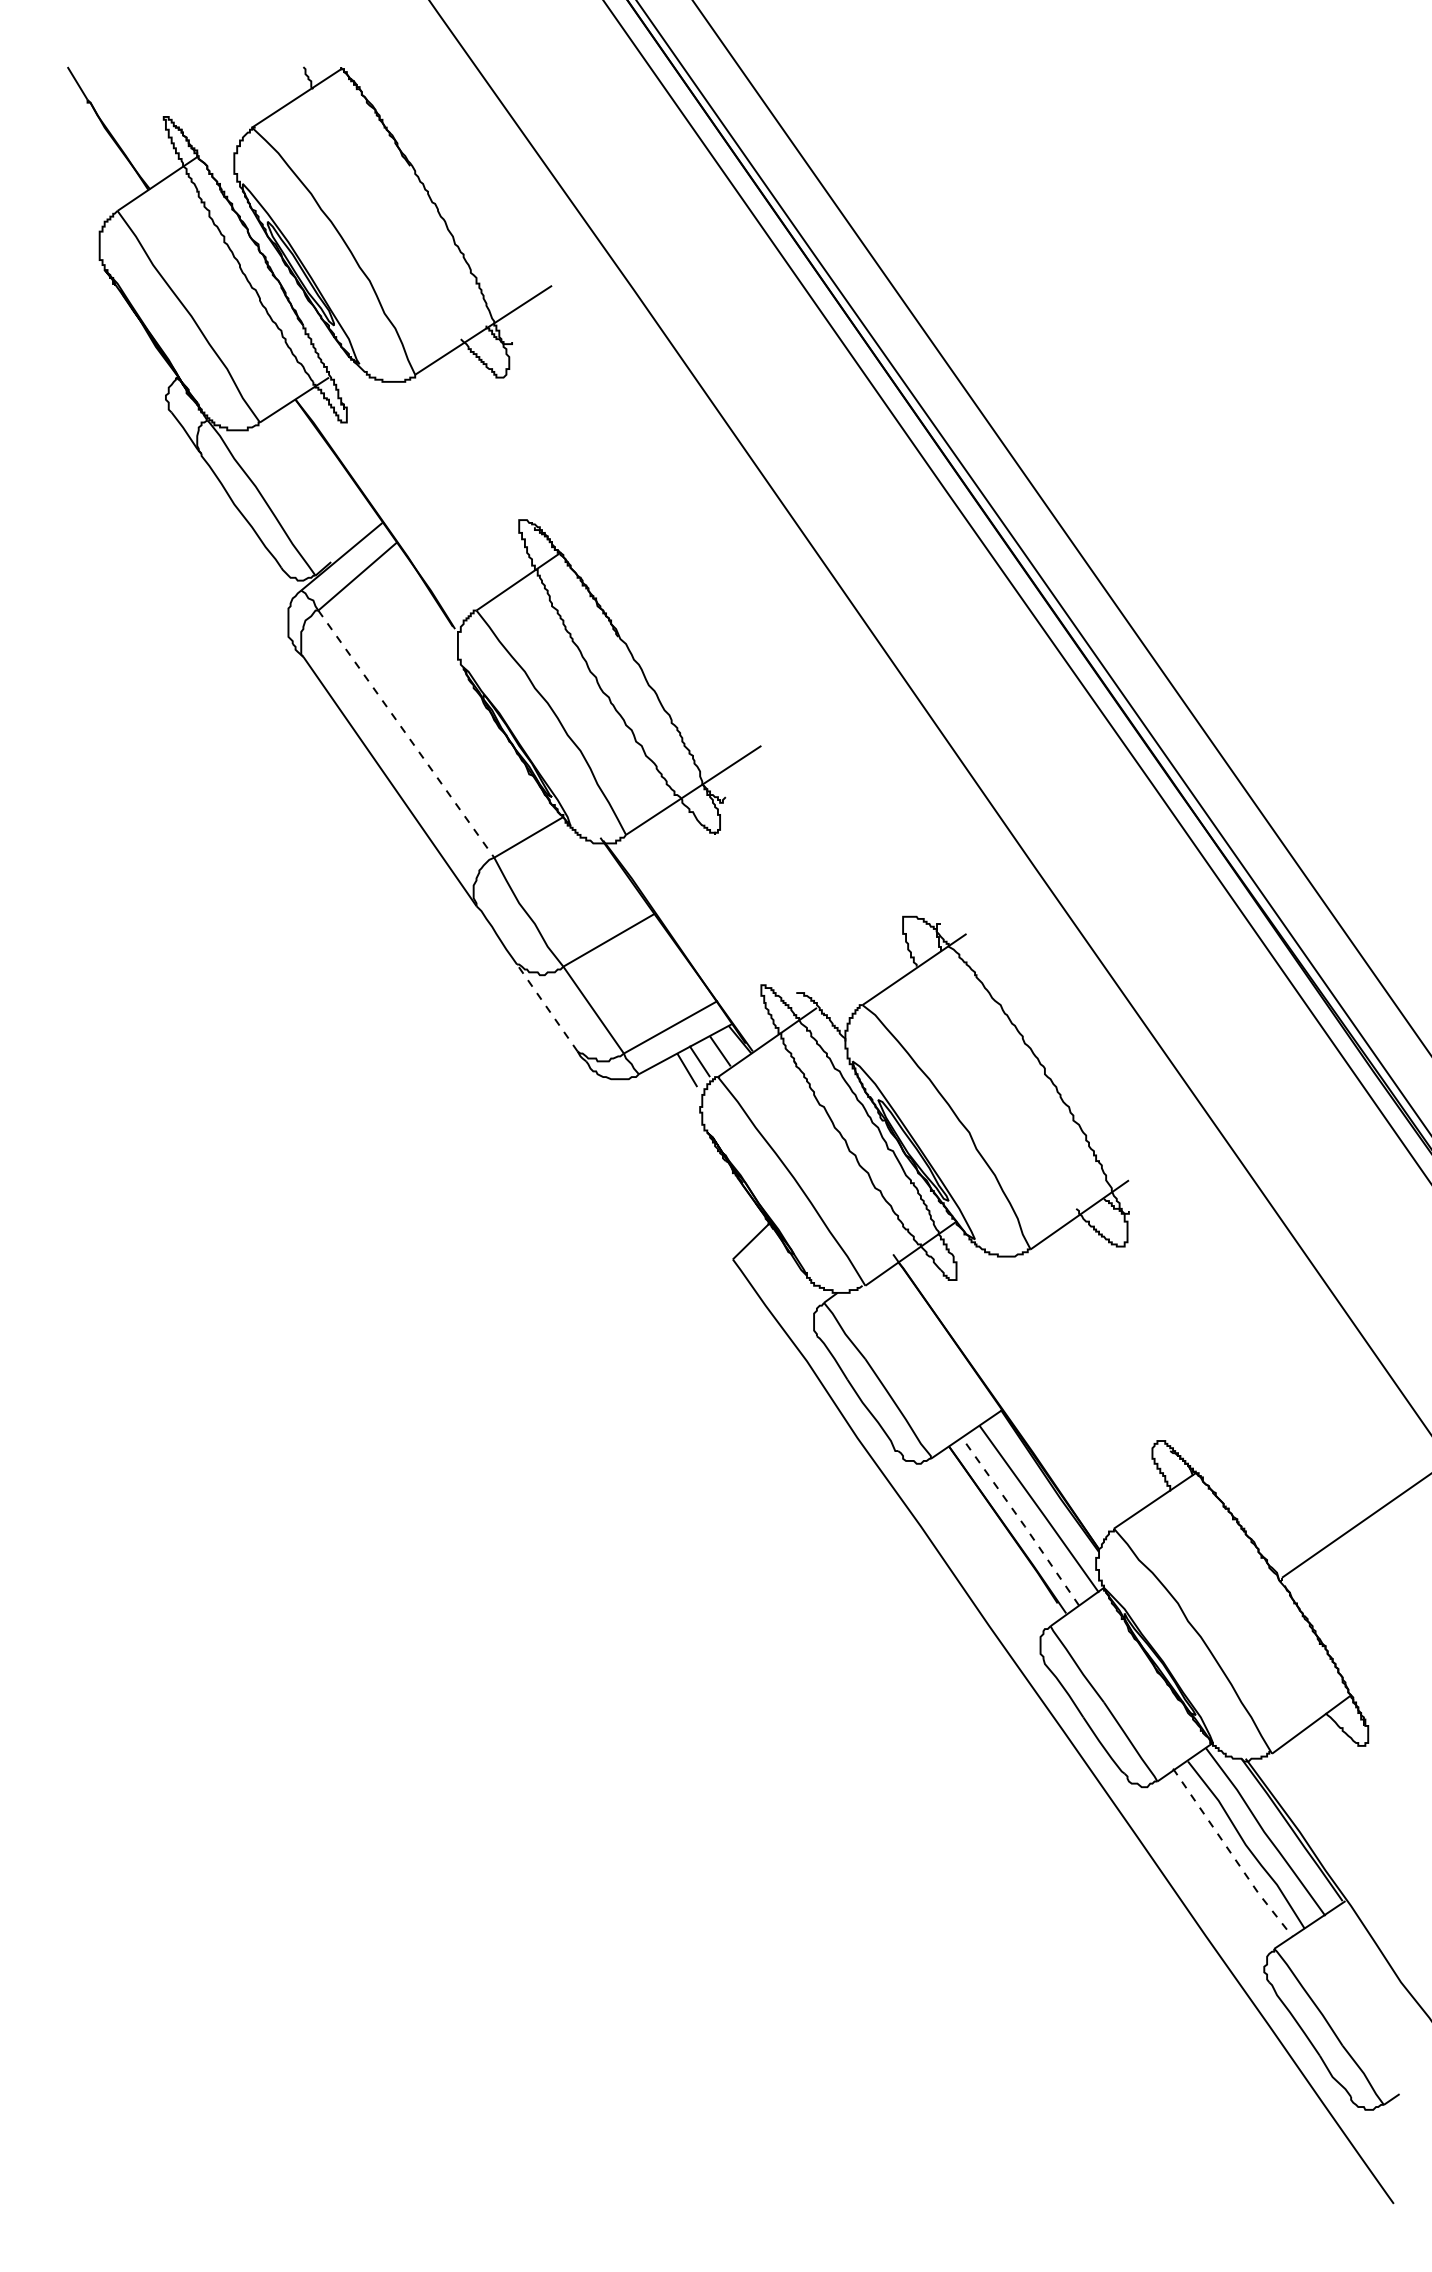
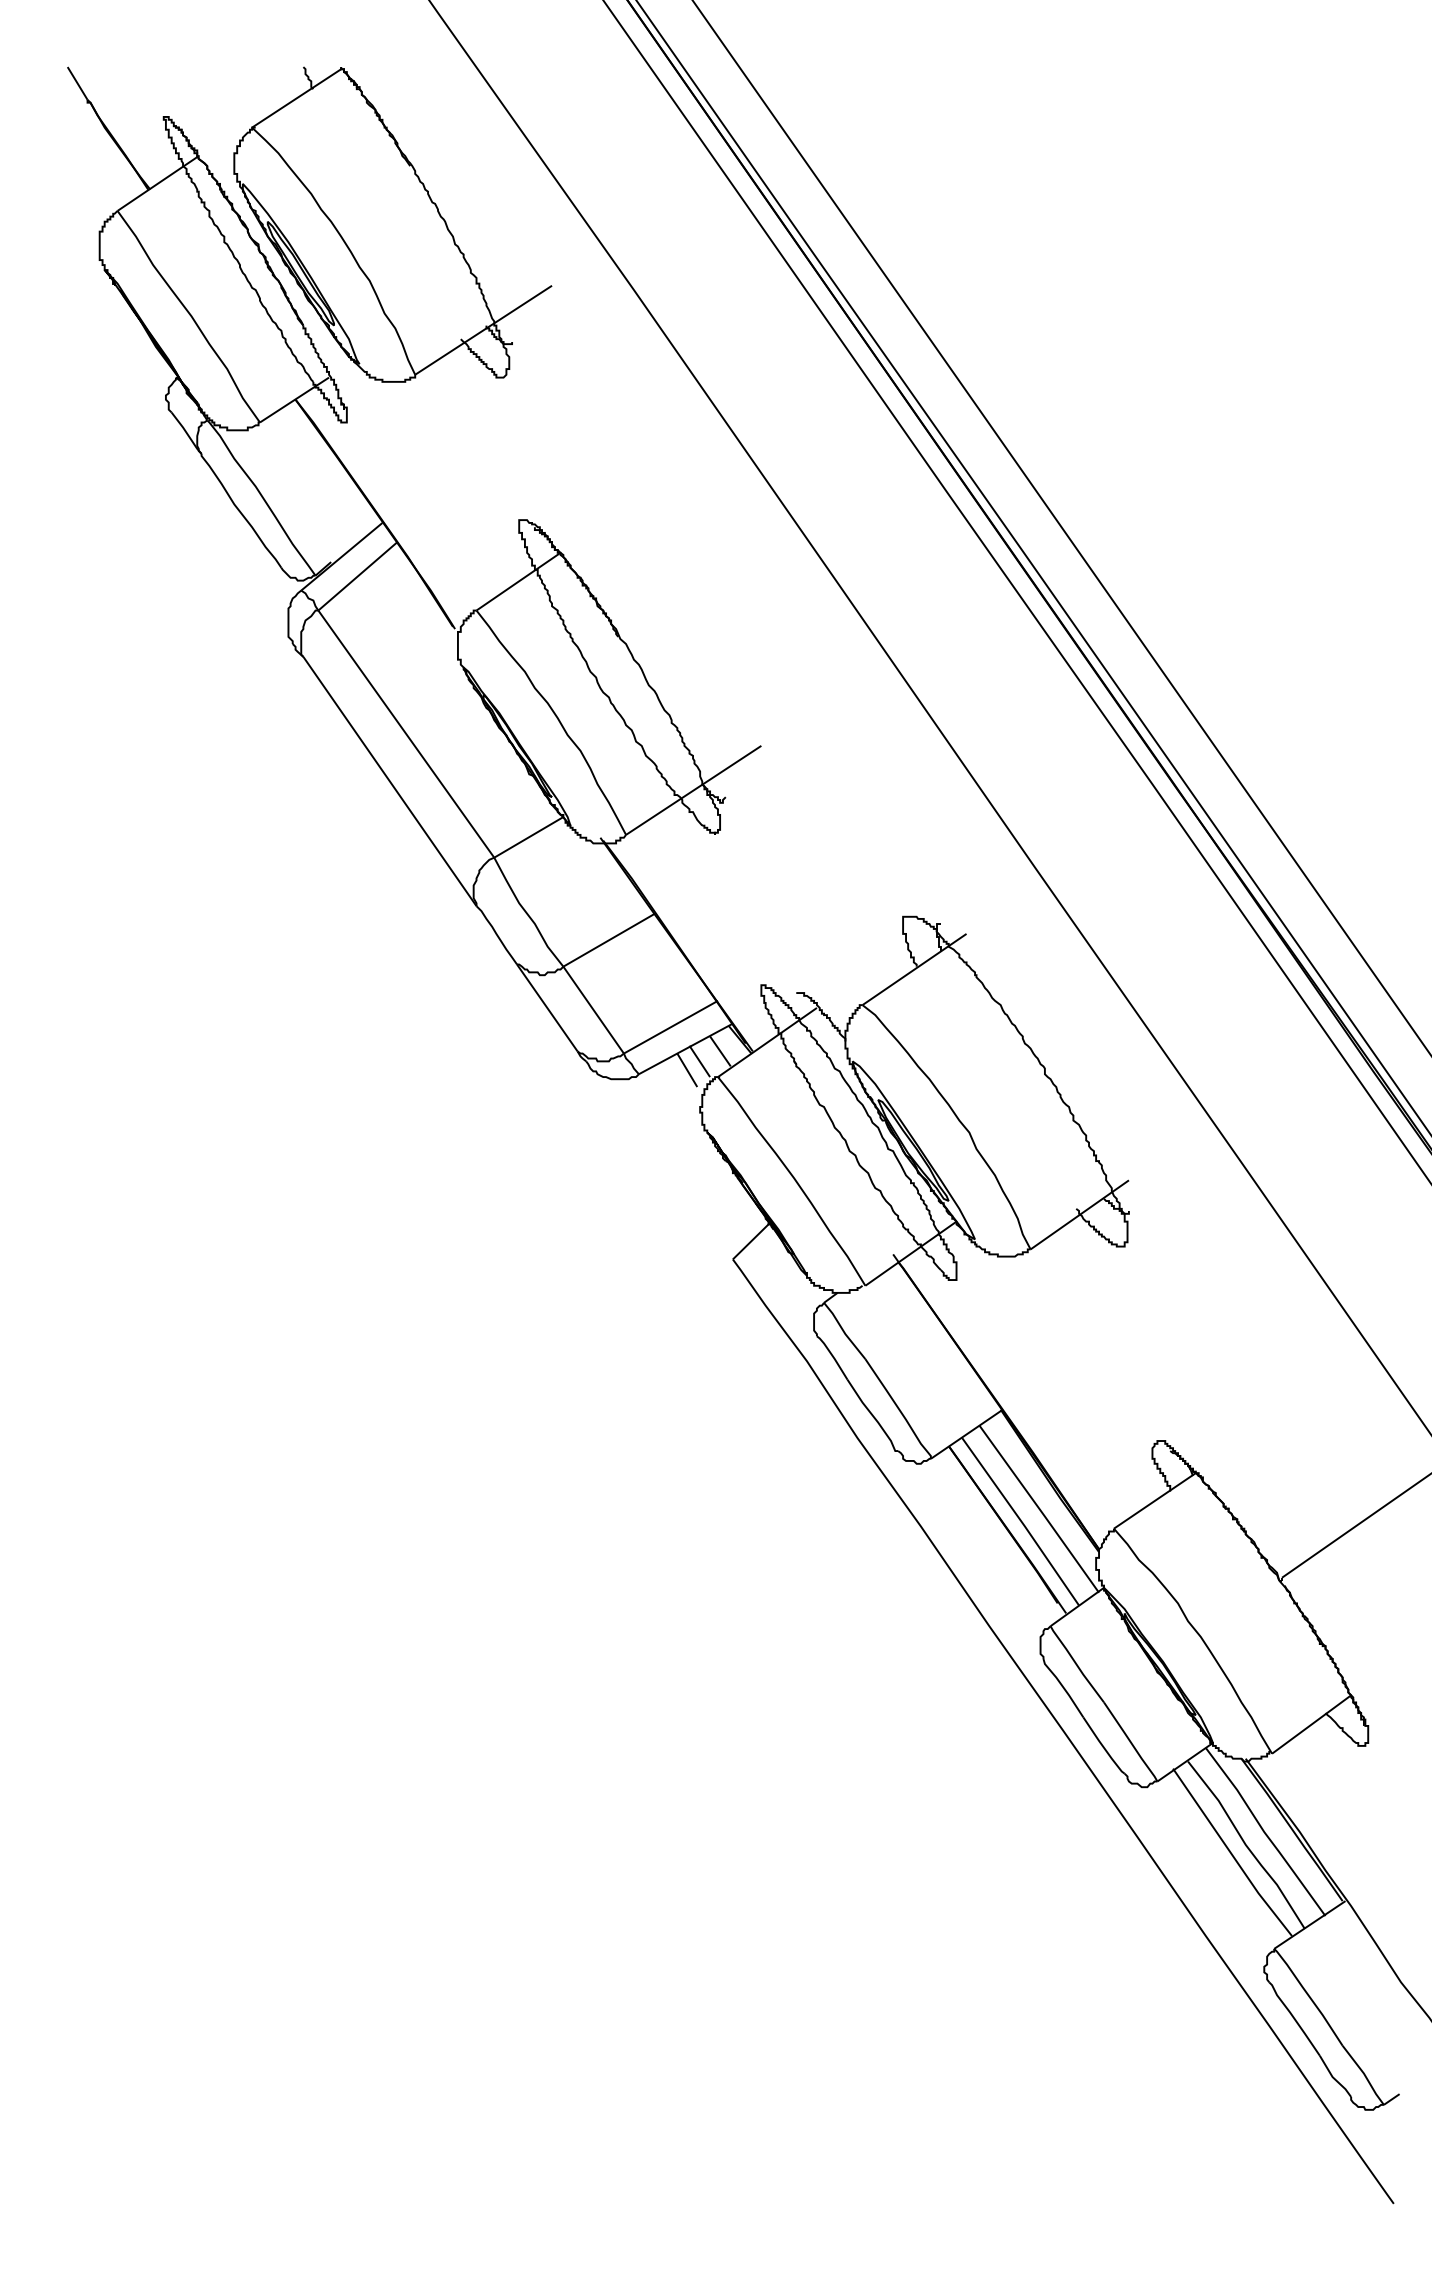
line at (406, 734): dashed -> solid
line at (547, 1007): dashed -> solid
line at (1021, 1521): dashed -> solid
line at (1231, 1853): dashed -> solid
